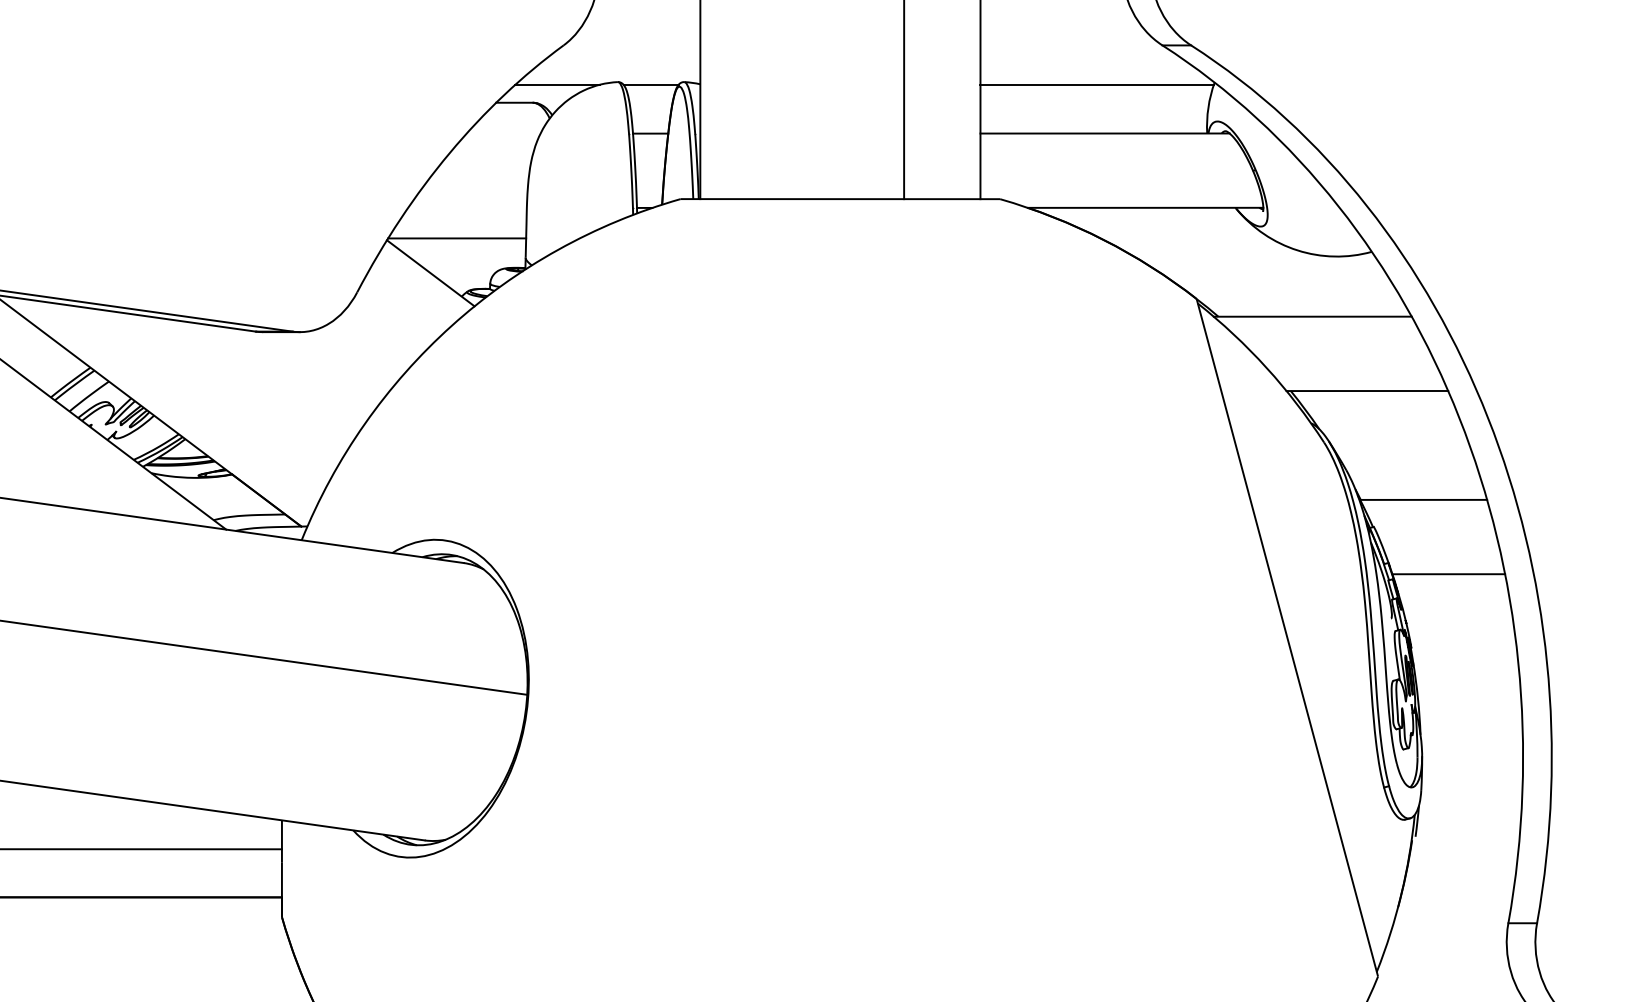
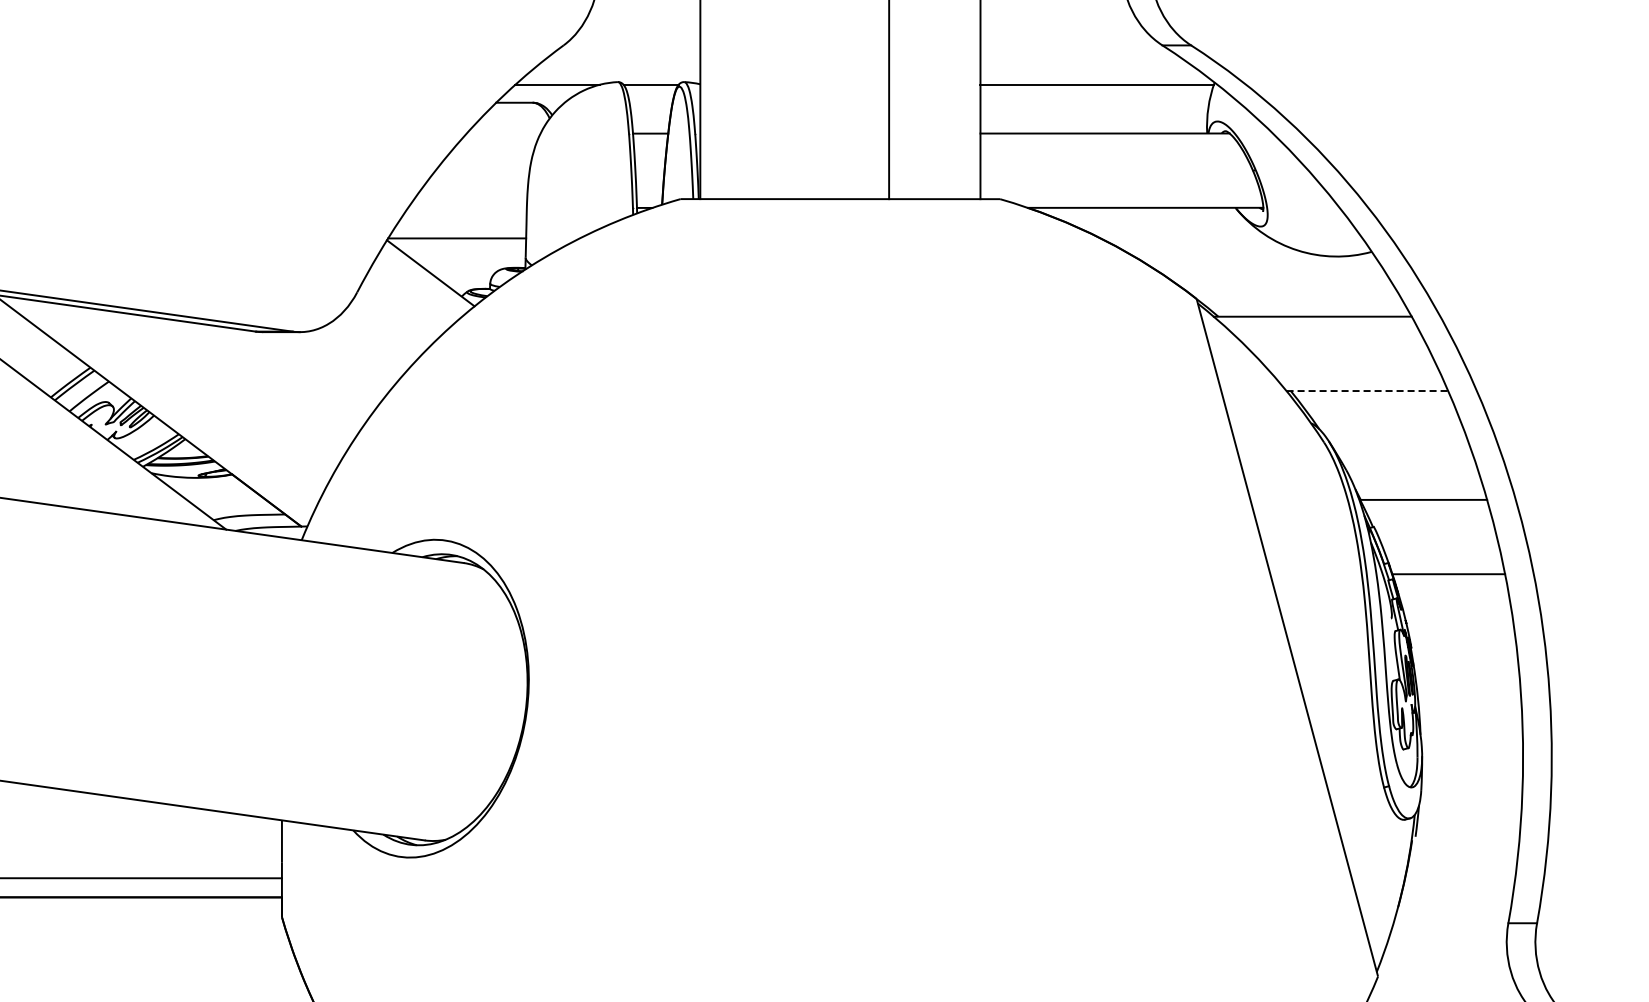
line at (904, 100) position: (904, 100) -> (889, 100)
line at (1367, 391): solid -> dashed
line at (264, 657): present -> none
line at (141, 849) position: (141, 849) -> (141, 878)
